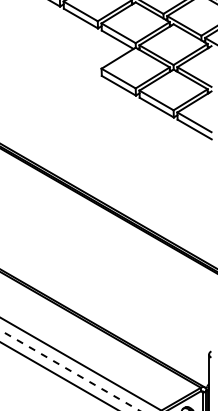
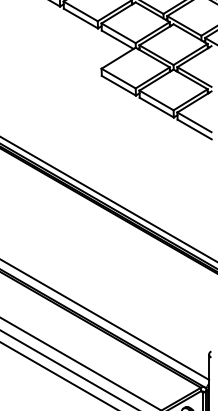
line at (108, 198): none -> present
line at (105, 319): none -> present
line at (69, 370): dashed -> solid
